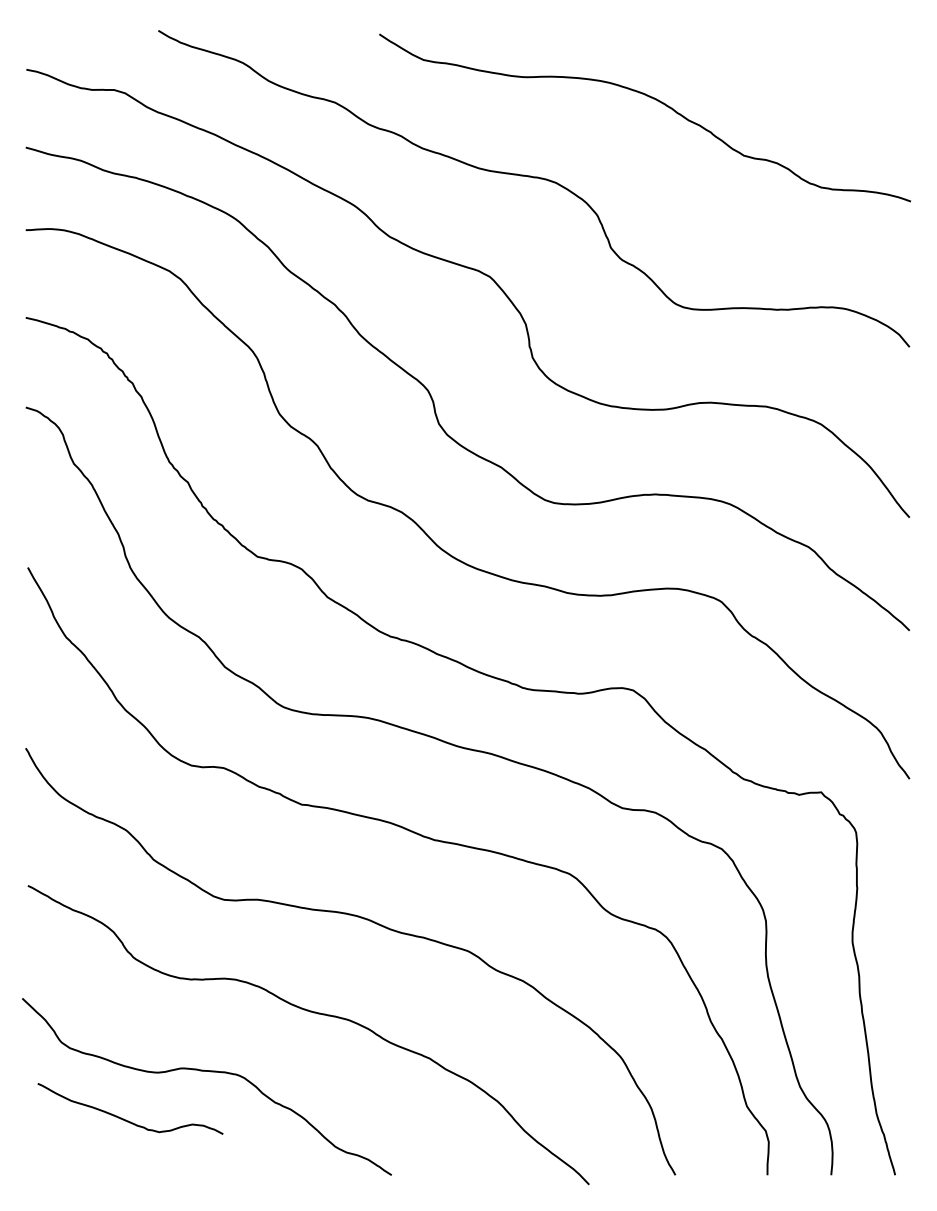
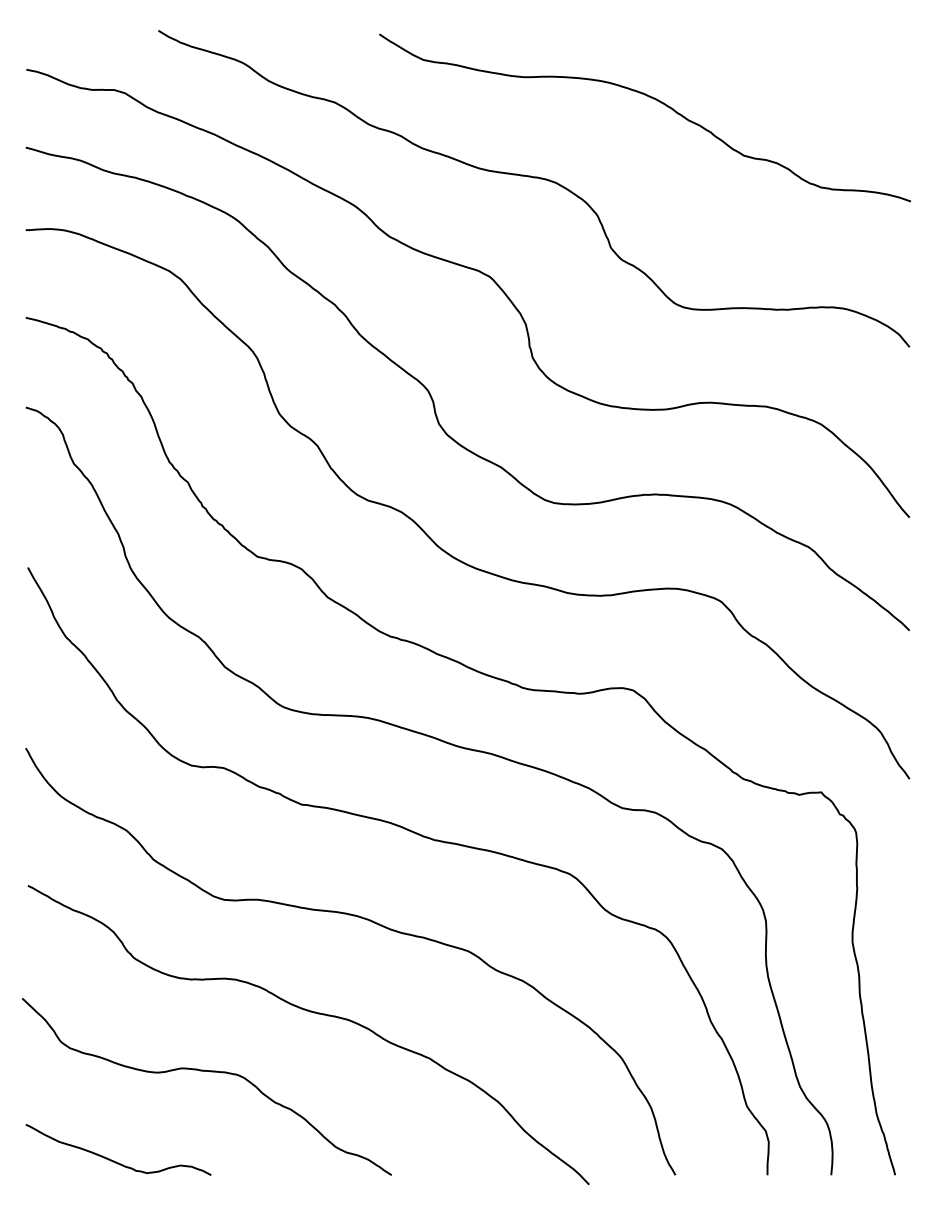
curve at (126, 1119) position: (126, 1119) -> (114, 1160)
